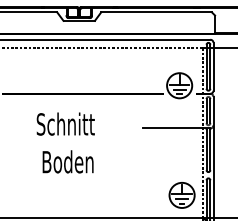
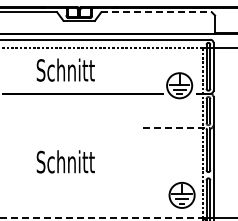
line at (157, 12): solid -> dashed
text at (65, 123) position: (65, 123) -> (65, 69)
line at (176, 128): solid -> dashed
text at (65, 161): Boden -> Schnitt
line at (102, 218): solid -> dashed
